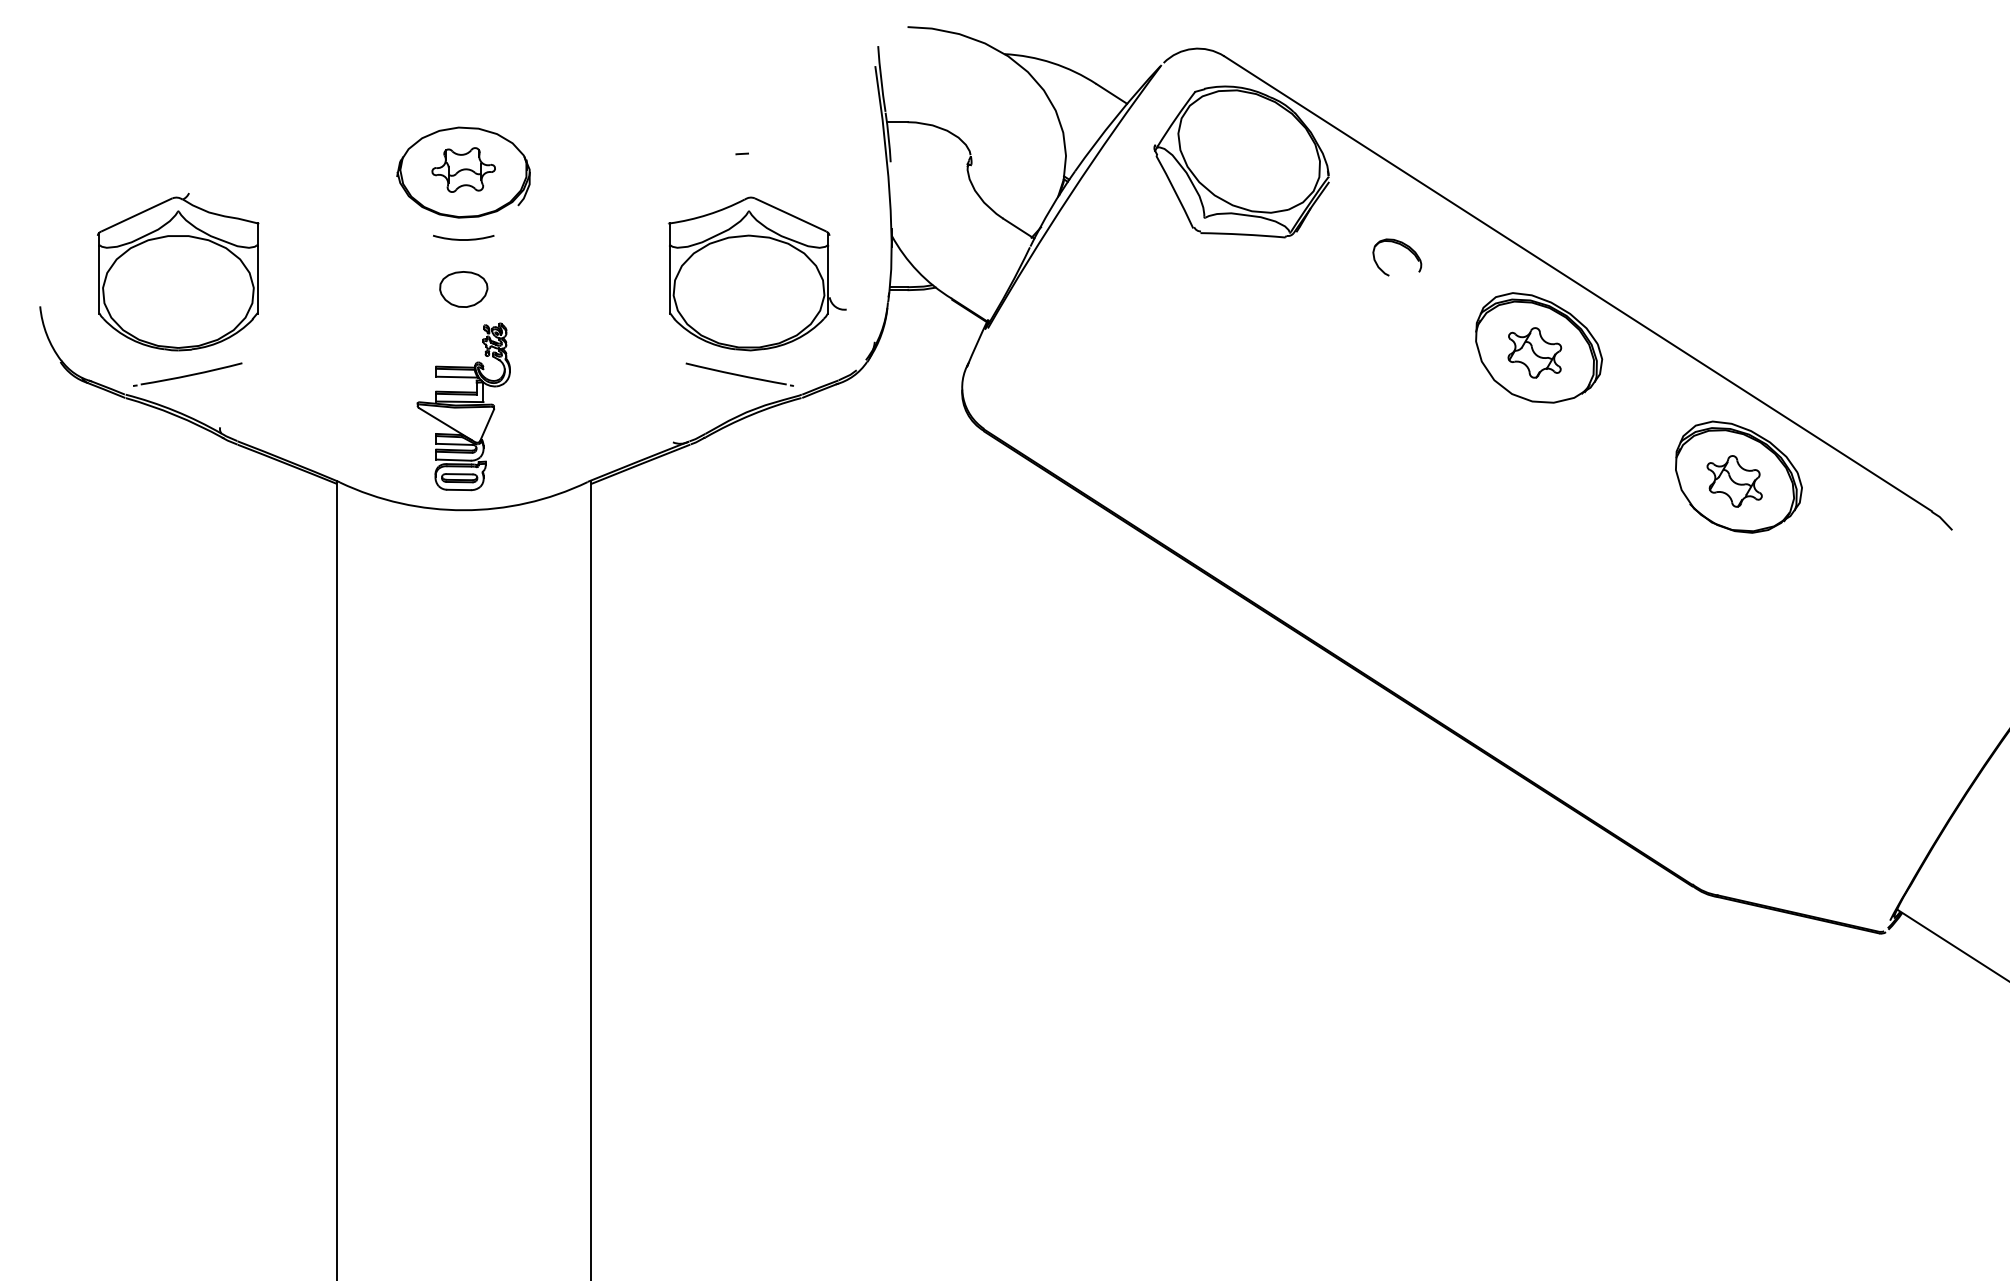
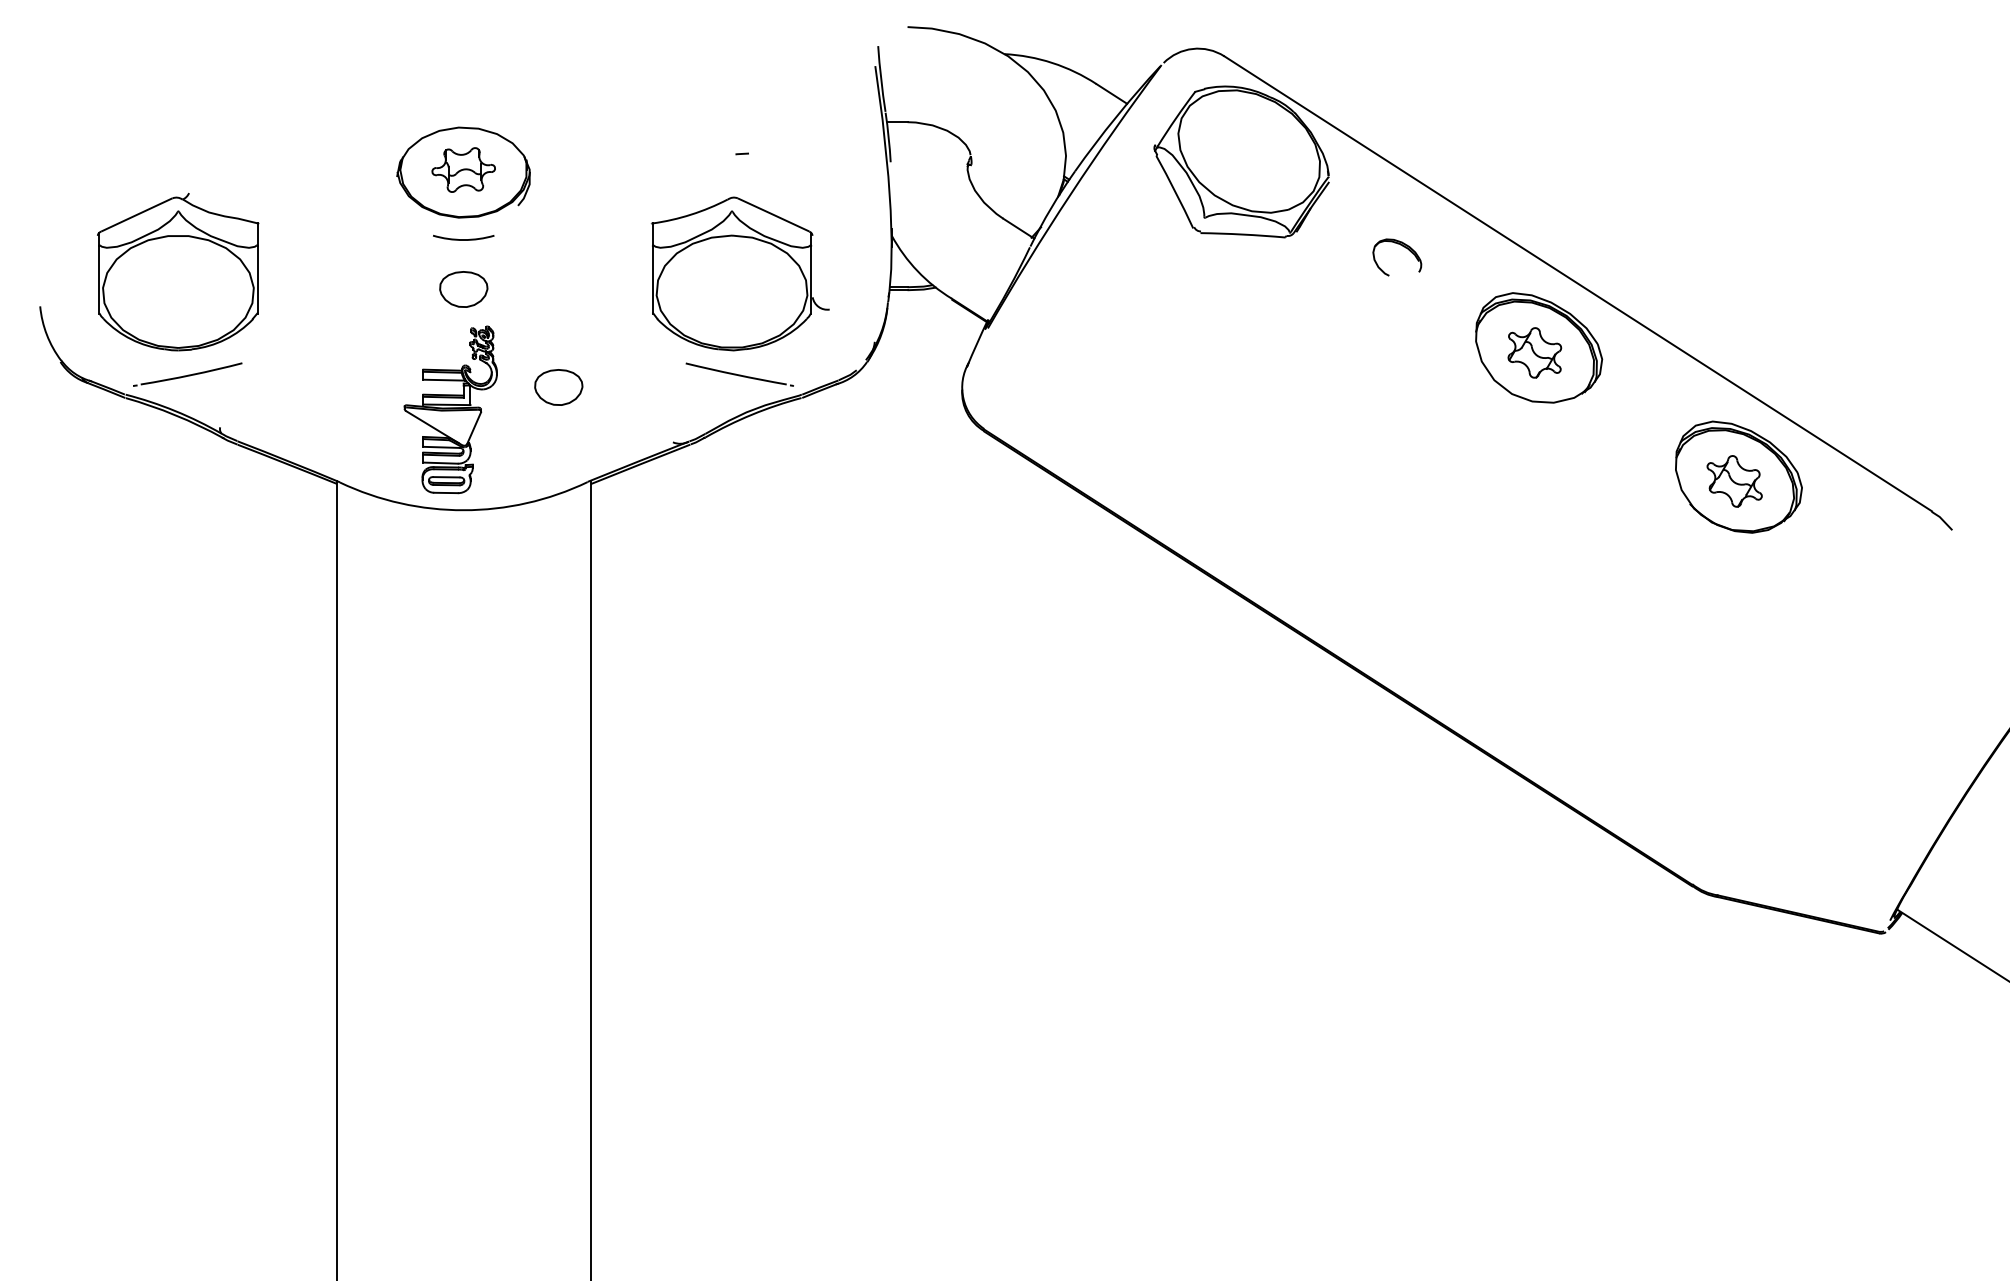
part at (757, 273) position: (757, 273) -> (740, 273)
part at (558, 387): none -> present
part at (463, 406) position: (463, 406) -> (450, 409)
